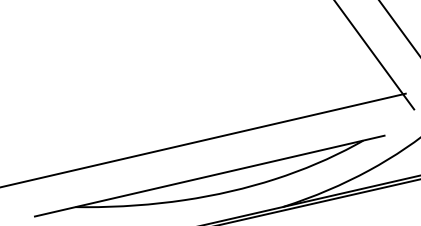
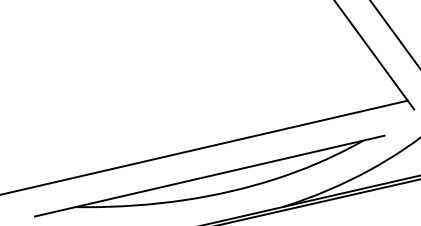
line at (398, 27) position: (398, 27) -> (394, 33)
line at (203, 139) position: (203, 139) -> (204, 147)
